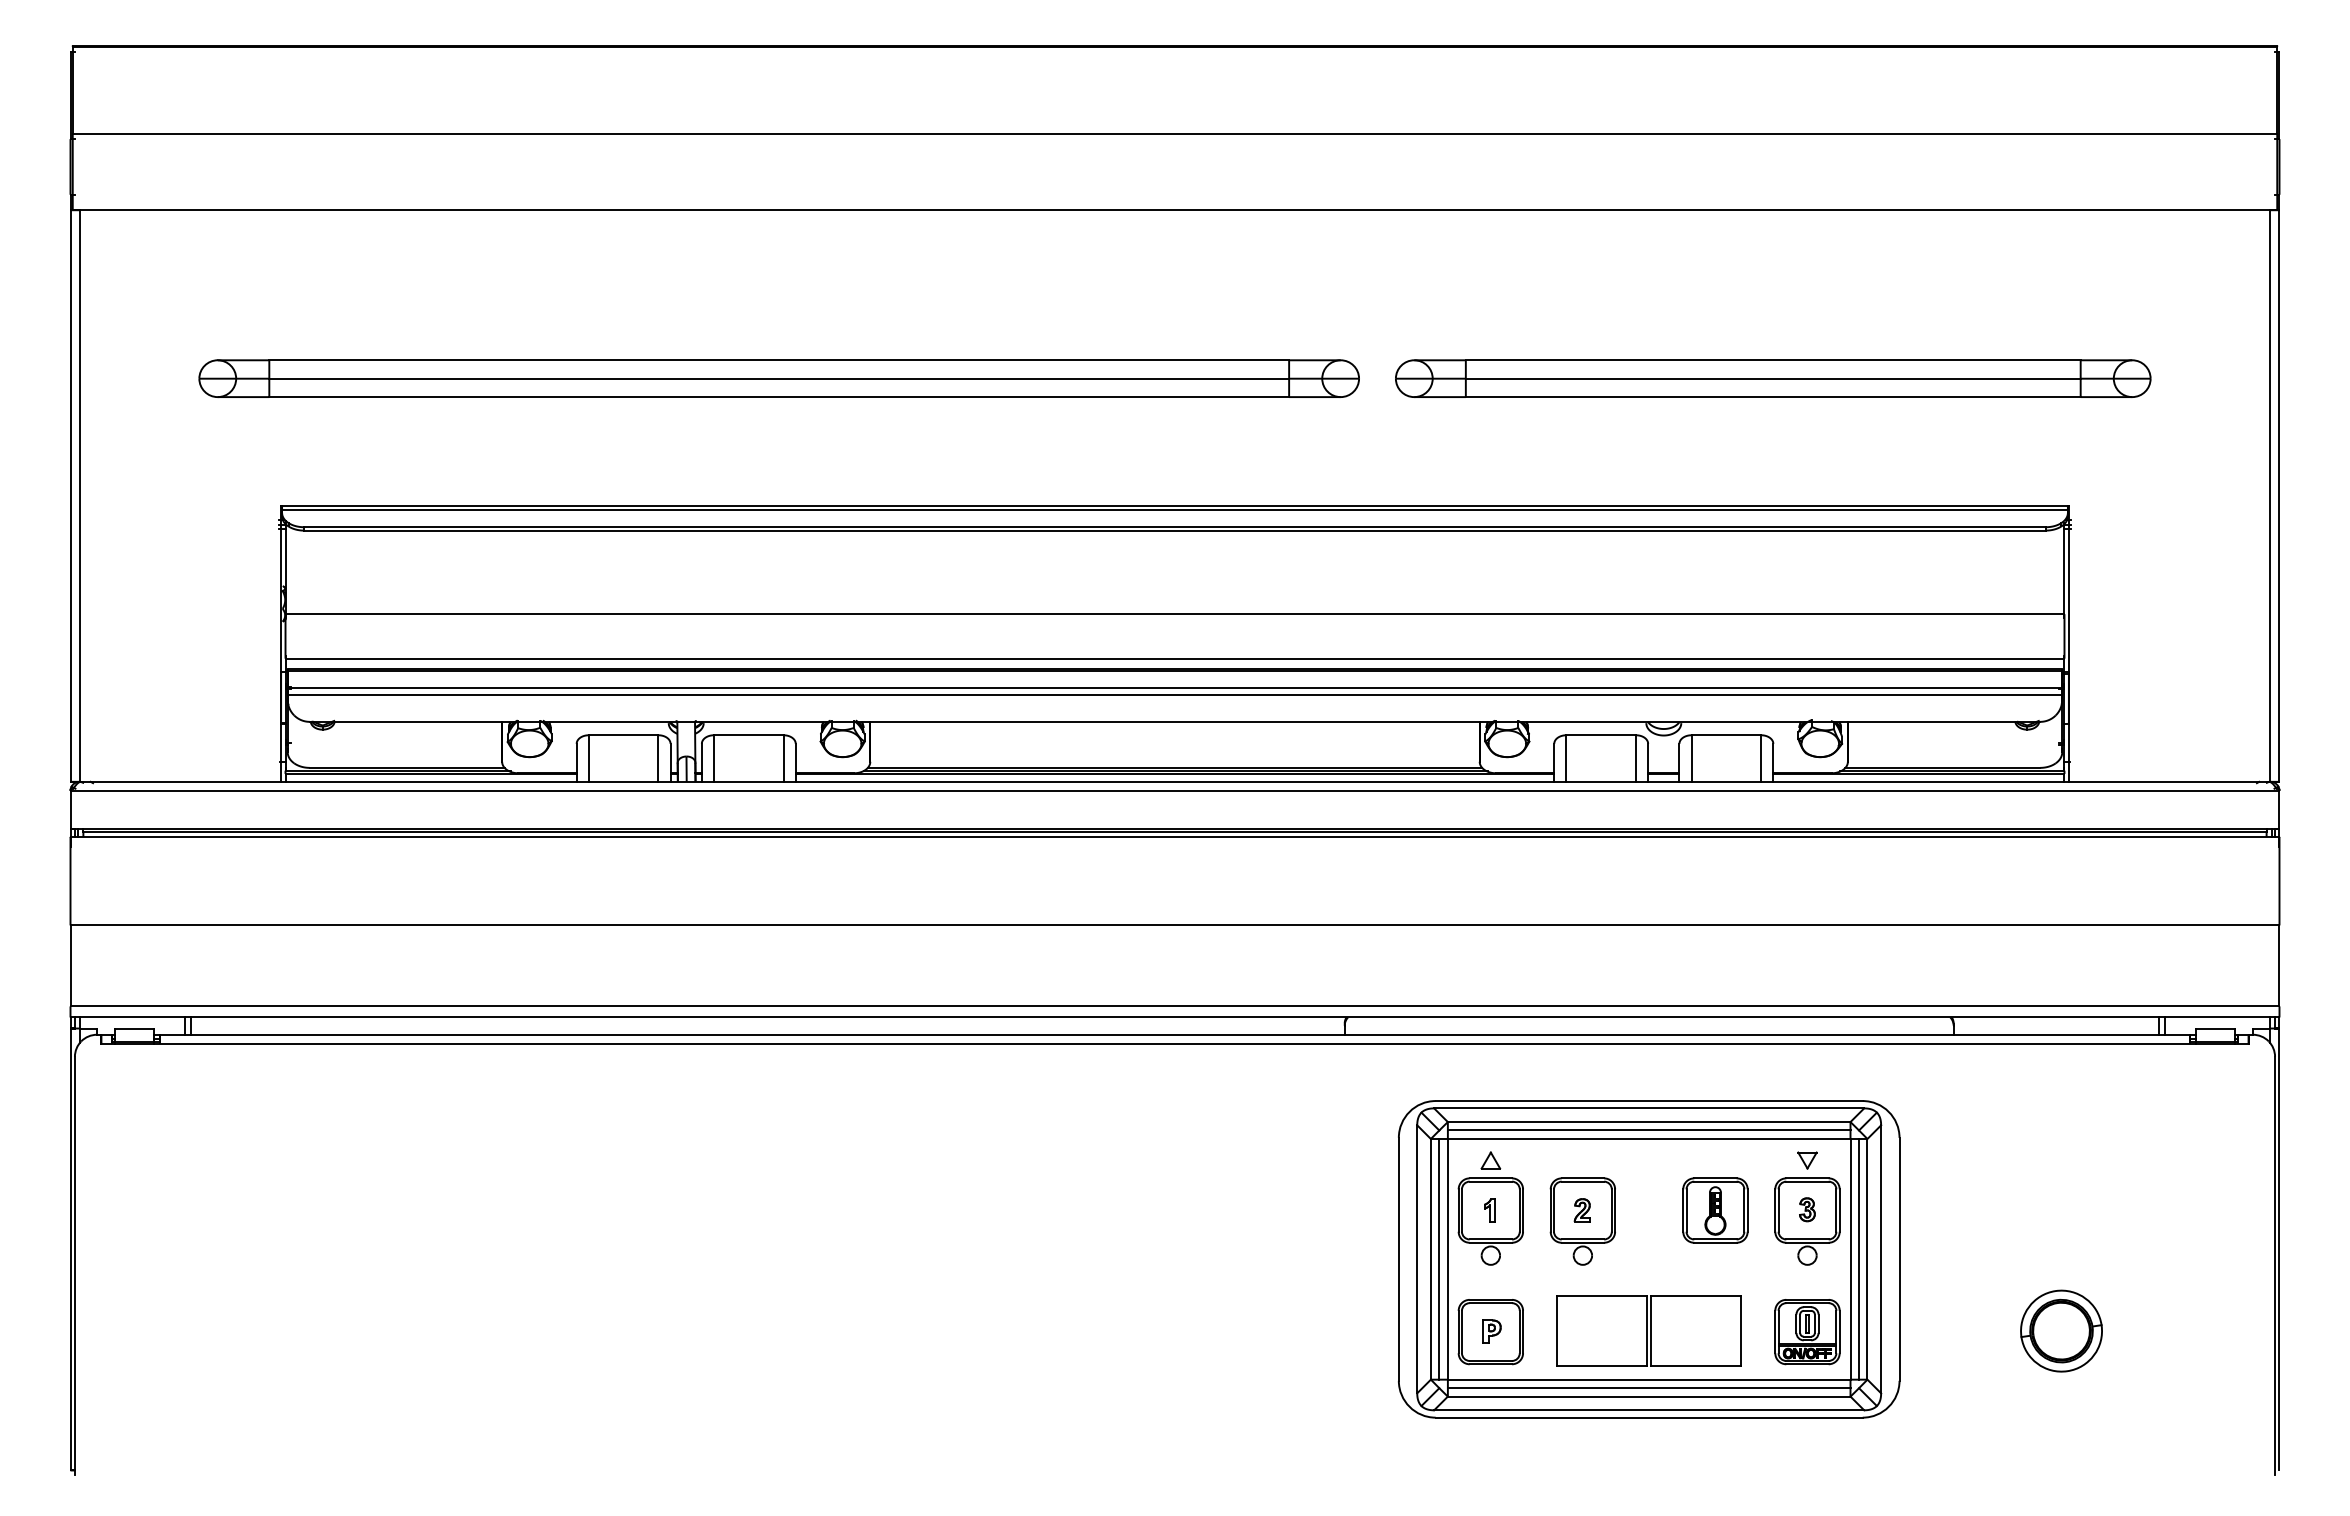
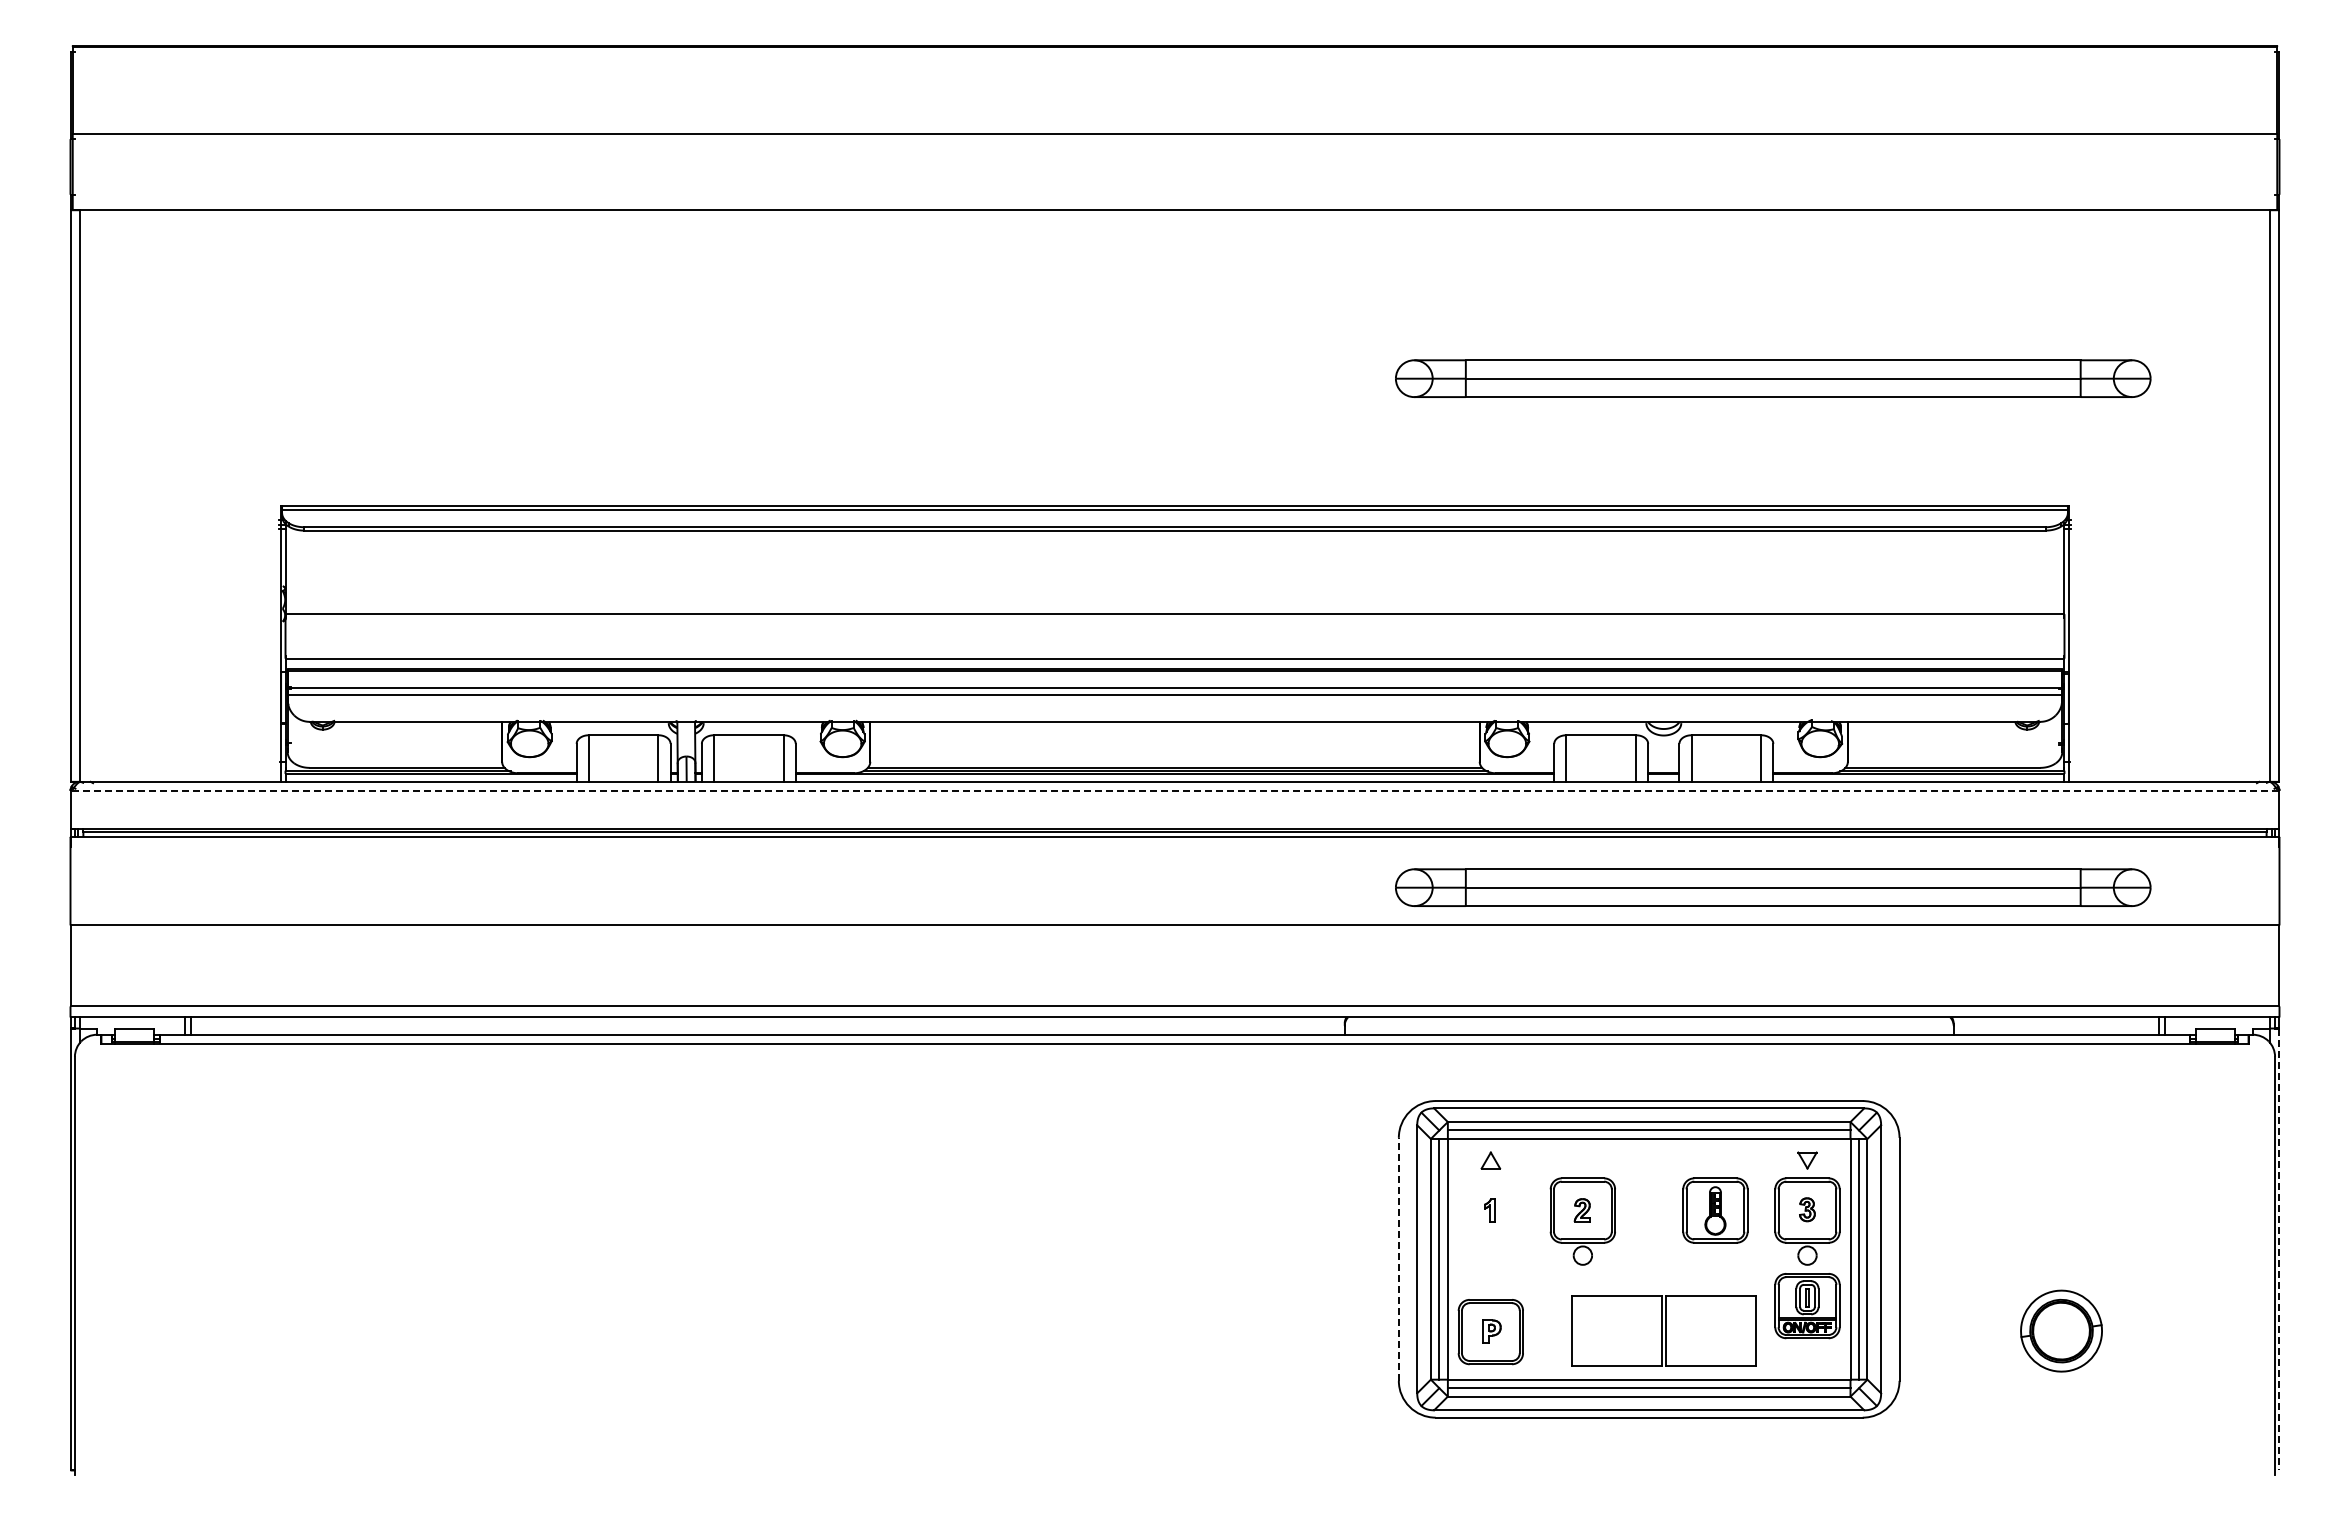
part at (778, 378): present -> none
line at (1174, 790): solid -> dashed
part at (1773, 887): none -> present
part at (1490, 1221): present -> none
line at (2279, 1249): solid -> dashed
line at (1398, 1258): solid -> dashed
part at (1648, 1330) position: (1648, 1330) -> (1663, 1330)
part at (1807, 1332) position: (1807, 1332) -> (1807, 1306)
